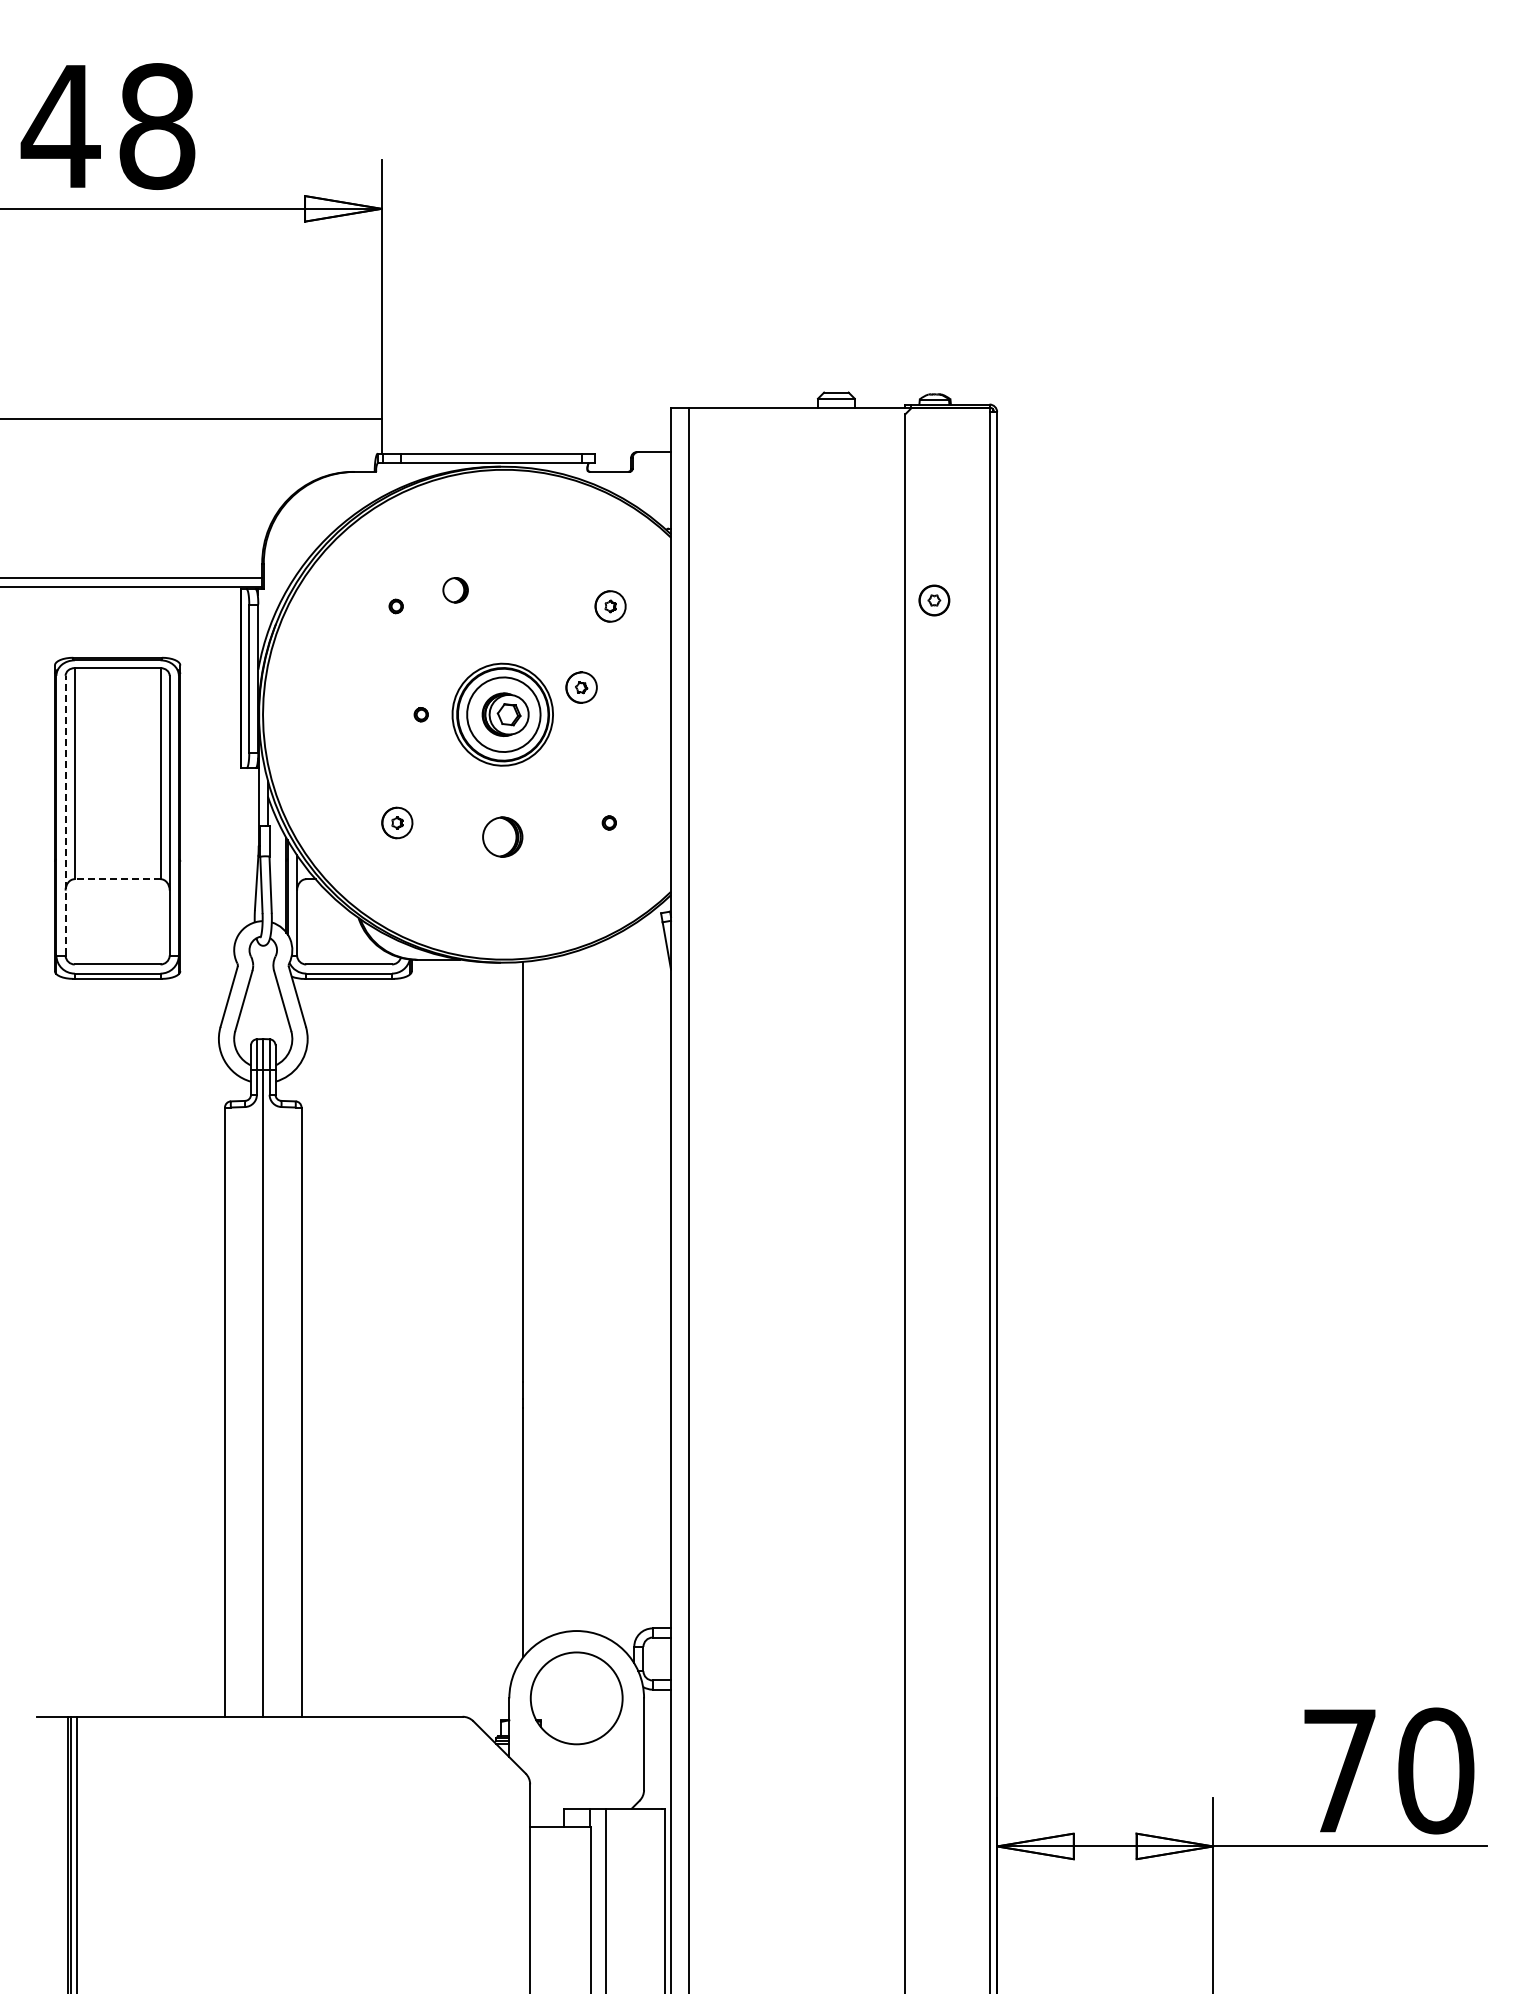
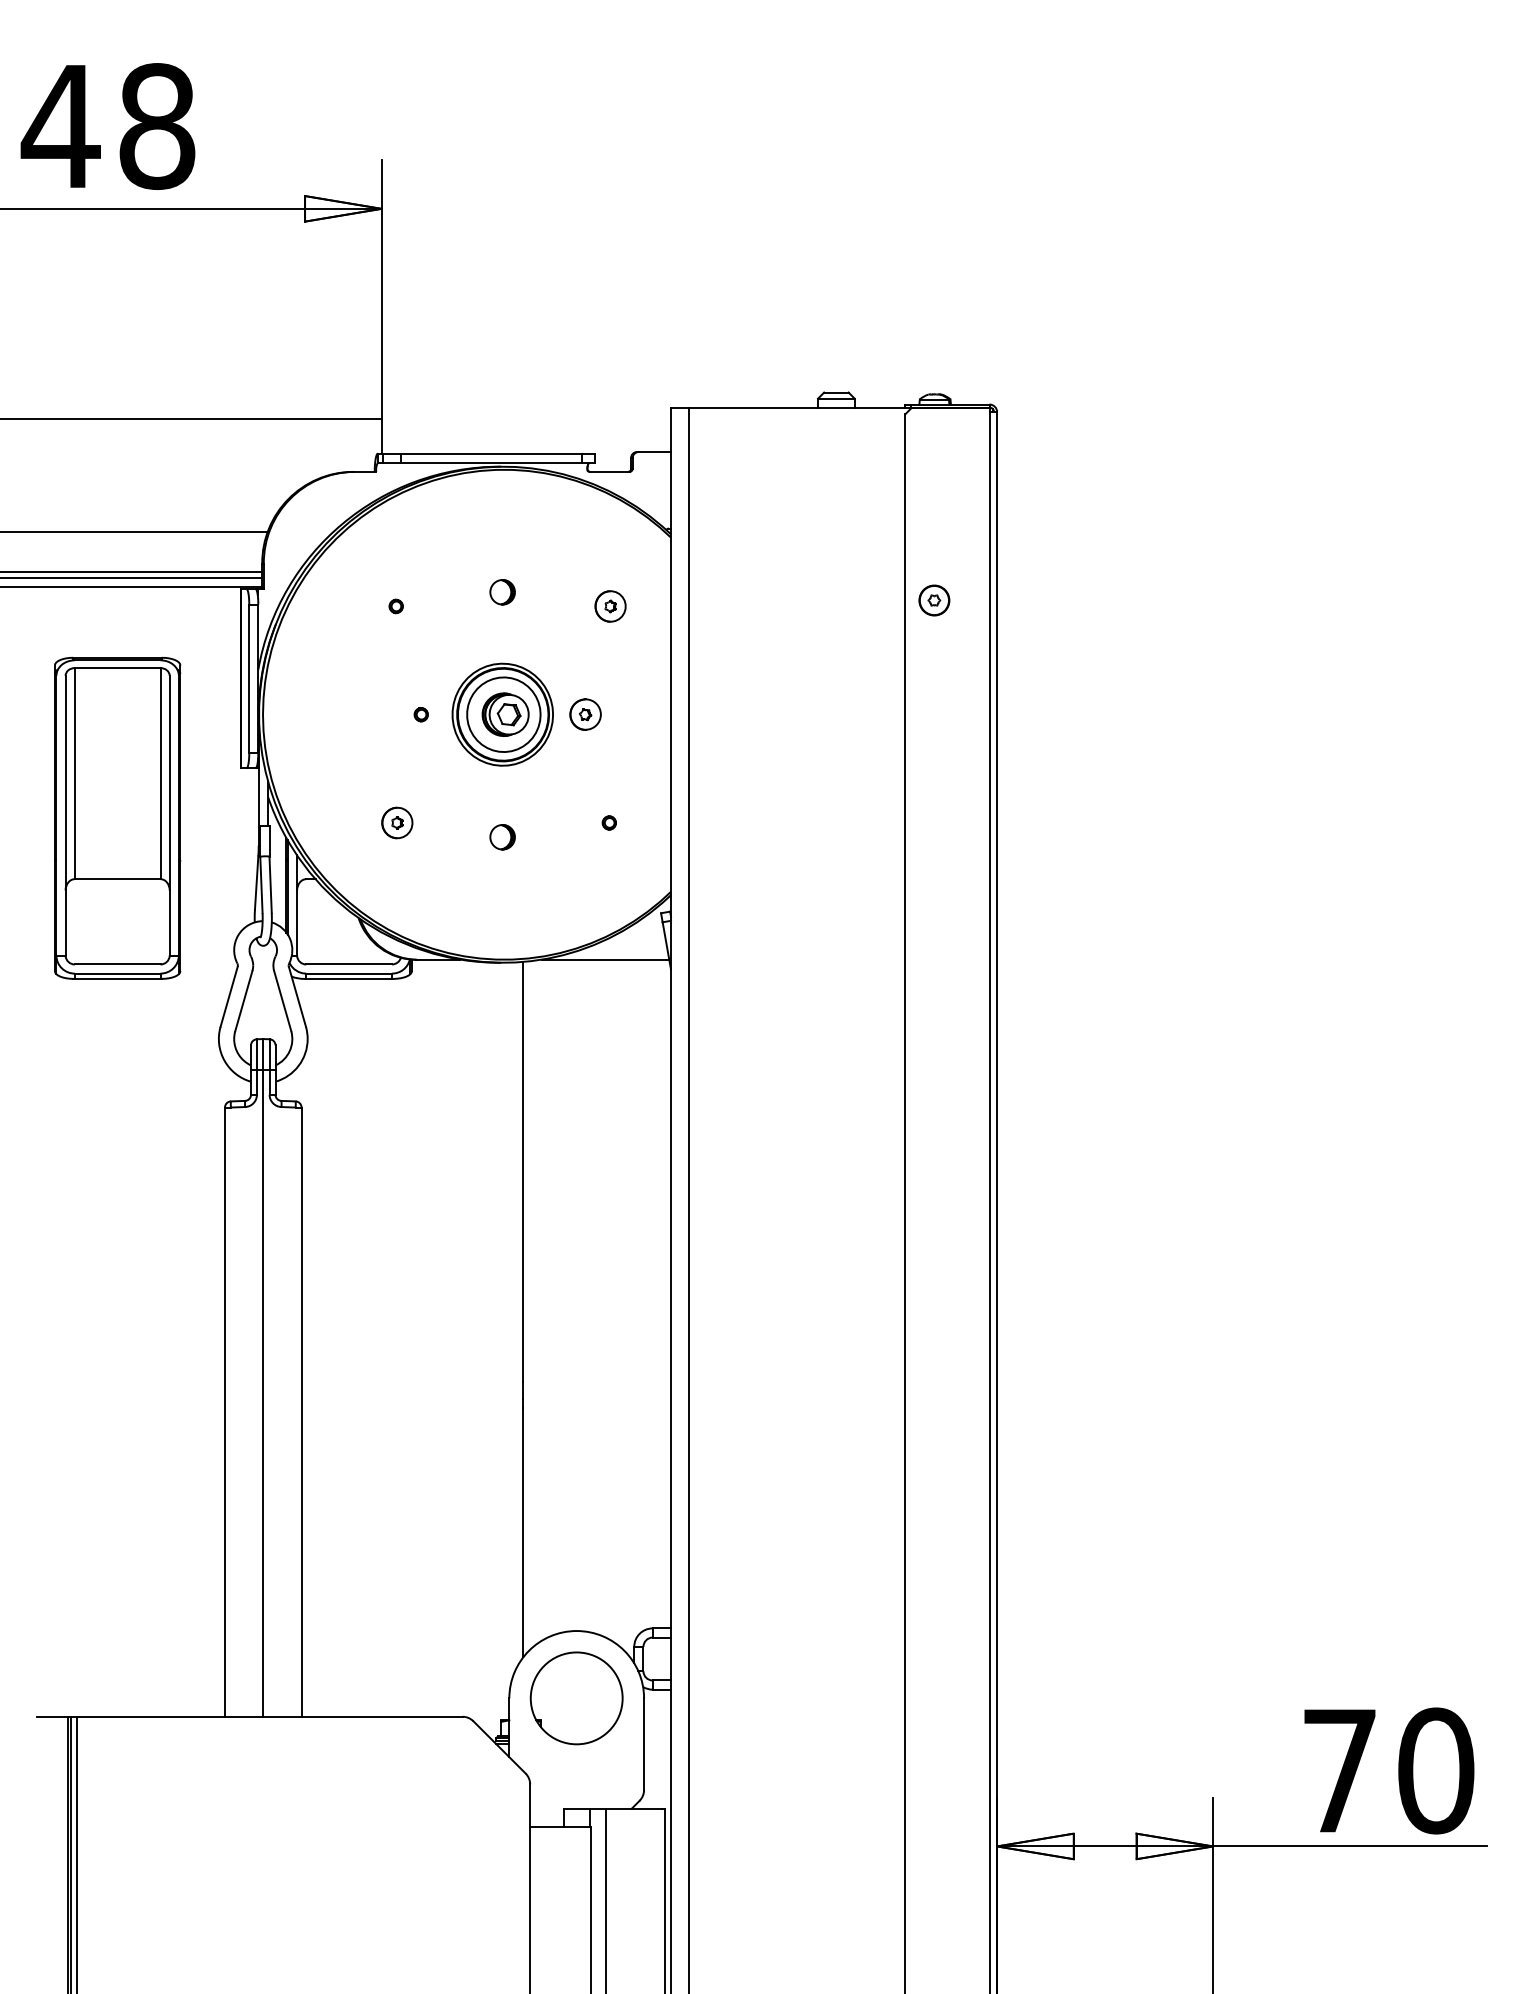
line at (134, 532): none -> present
line at (132, 571): none -> present
part at (455, 590) position: (455, 590) -> (502, 592)
part at (581, 687) position: (581, 687) -> (585, 714)
line at (65, 815): dashed -> solid
part at (502, 836) size: 42x42 px -> 27x27 px
line at (117, 879): dashed -> solid
line at (605, 959): none -> present
